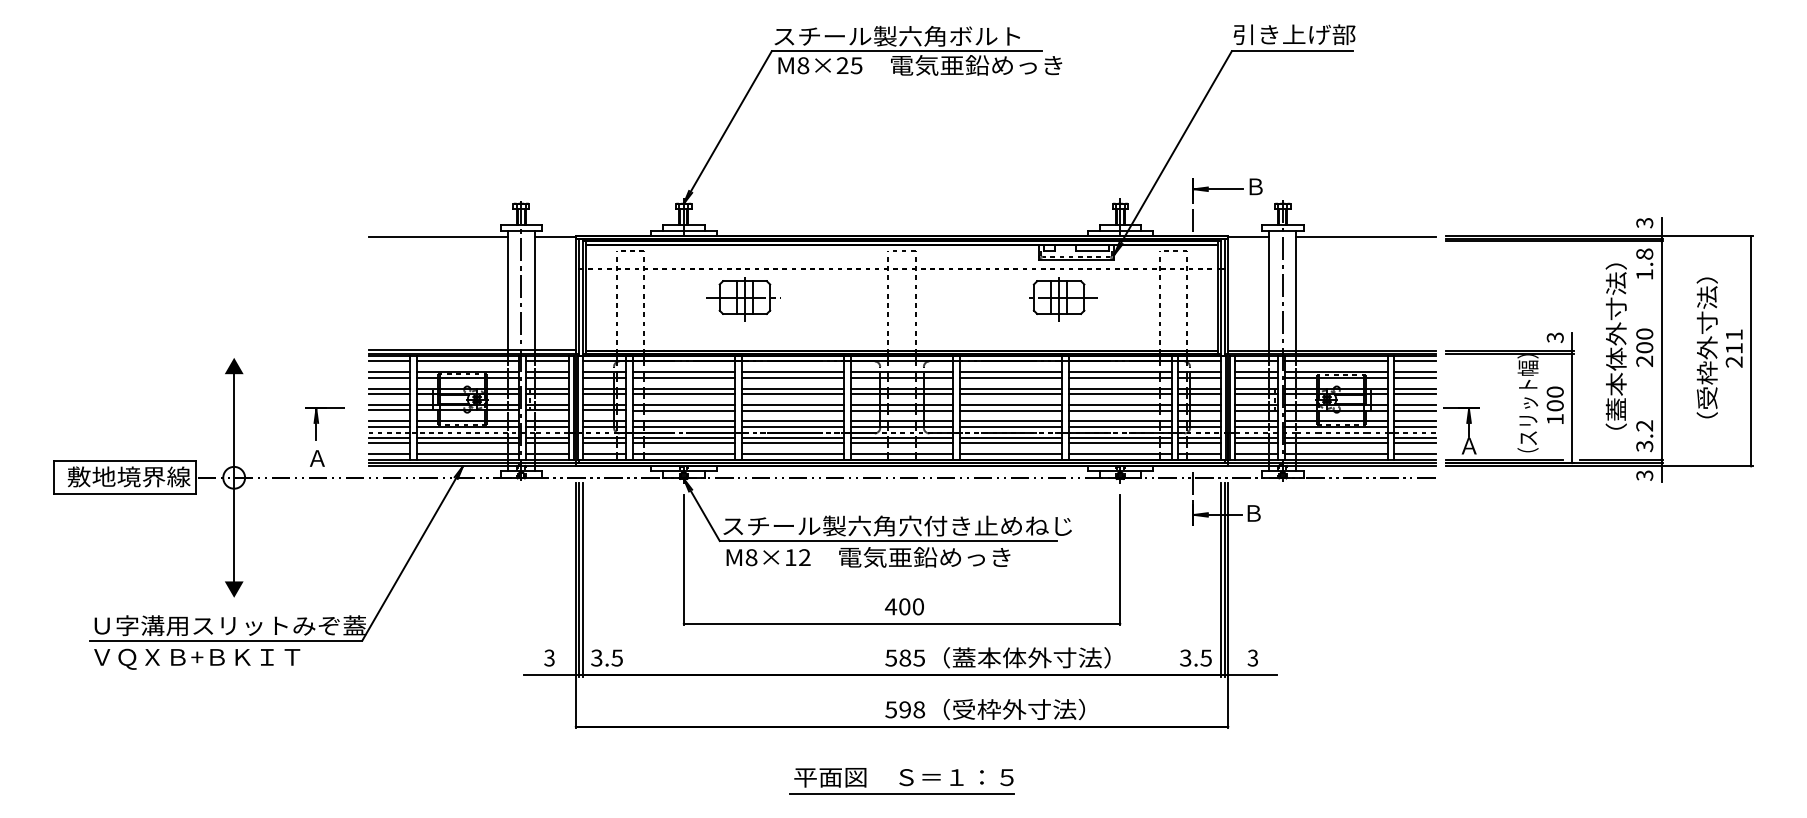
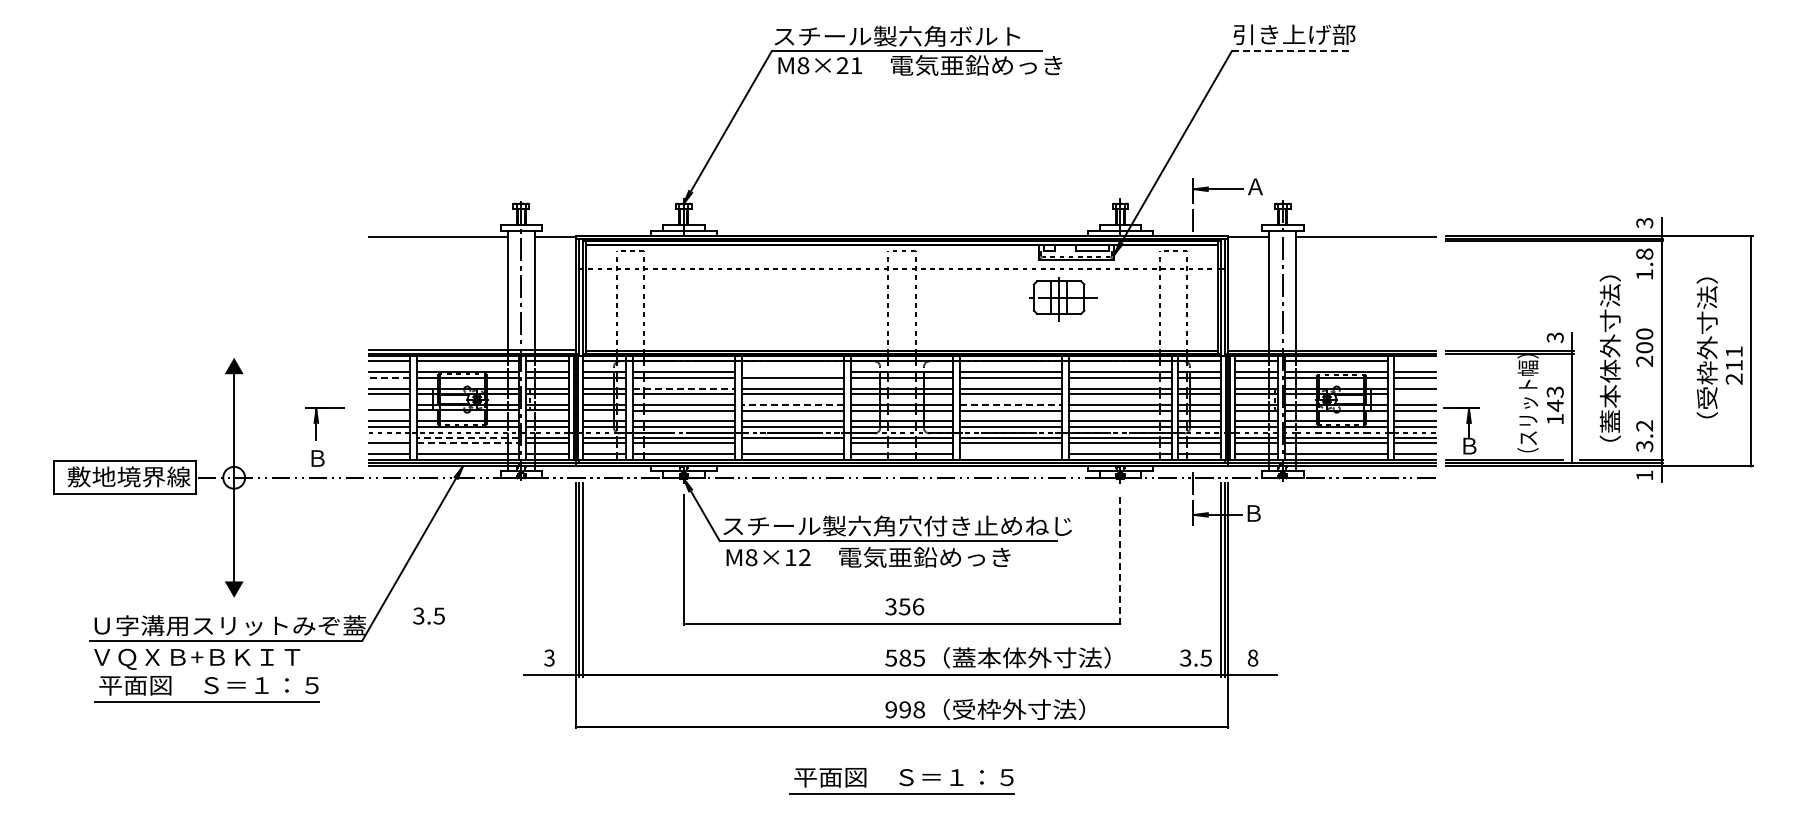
line at (1292, 51): solid -> dashed
text at (856, 65): M8×25 -> M8×21
text at (1255, 186): Ｂ -> Ａ
part at (743, 299): present -> none
text at (1615, 346) position: (1615, 346) -> (1609, 358)
text at (1733, 348) position: (1733, 348) -> (1733, 365)
line at (1414, 361): present -> none
line at (792, 372): present -> none
line at (389, 377): solid -> dashed
line at (684, 388): solid -> dashed
line at (1414, 394): present -> none
text at (1554, 398): 100 -> 143
line at (389, 405): present -> none
line at (792, 405): solid -> dashed
line at (1011, 405): solid -> dashed
line at (389, 437): present -> none
line at (467, 437): solid -> dashed
line at (468, 443): solid -> dashed
line at (792, 443): present -> none
text at (1468, 445): Ａ -> Ｂ
line at (1010, 454): present -> none
text at (317, 458): Ａ -> Ｂ
text at (1644, 475): 3 -> 1
line at (1120, 559): solid -> dashed
text at (904, 606): 400 -> 356
text at (606, 657) position: (606, 657) -> (428, 615)
text at (1252, 657): 3 -> 8
part at (206, 689): none -> present
text at (890, 709): 598 -> 998
